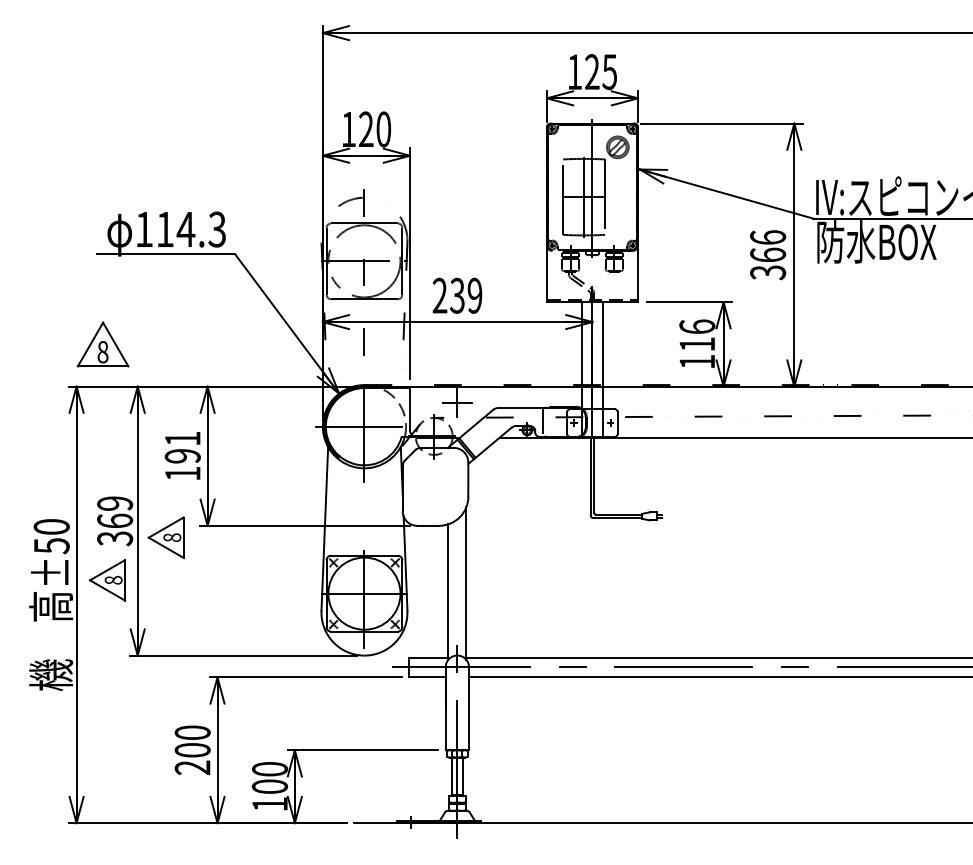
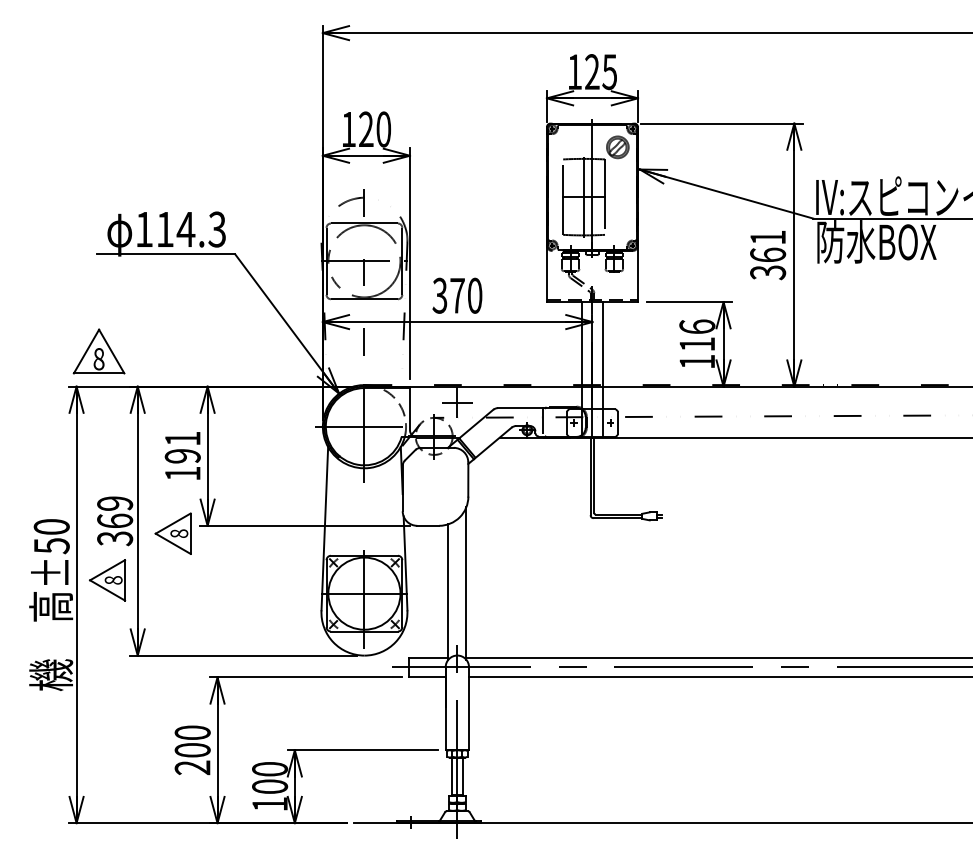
text at (768, 237): 366 -> 361
text at (457, 295): 239 -> 370
part at (102, 344) position: (102, 344) -> (98, 351)
part at (165, 537) position: (165, 537) -> (172, 533)
